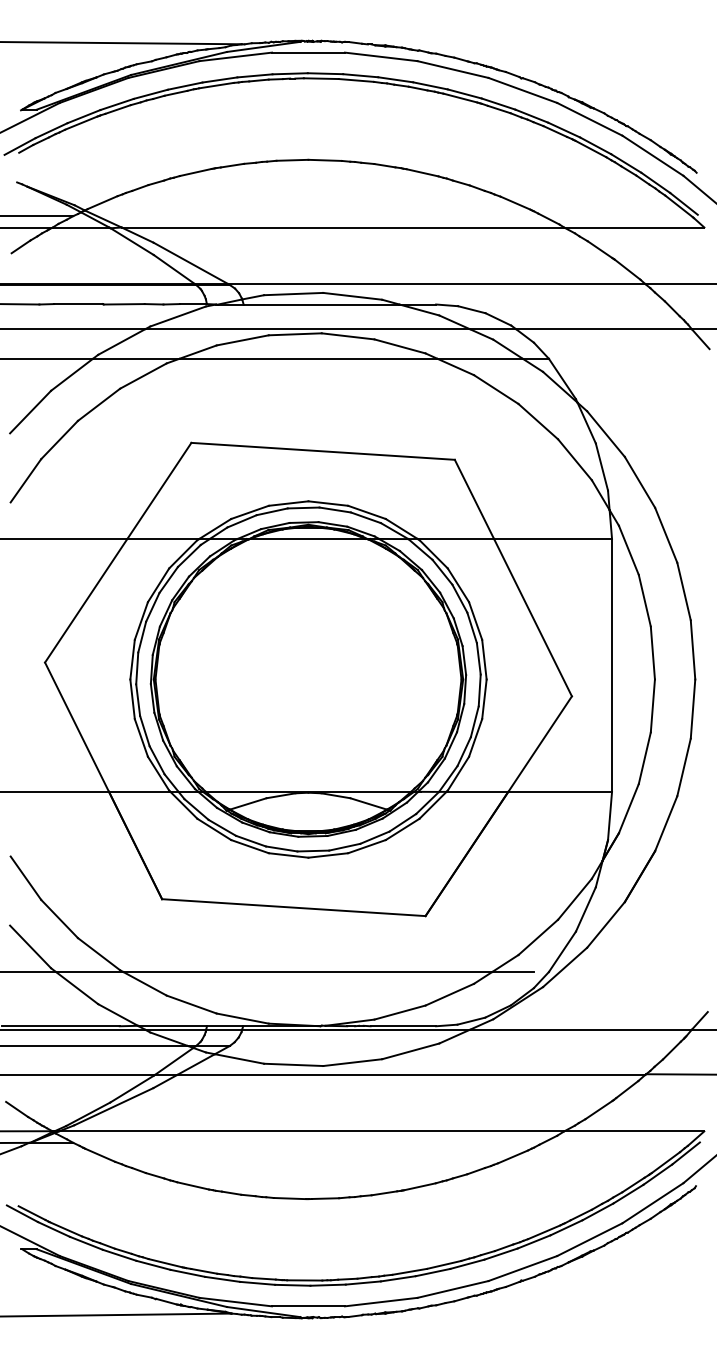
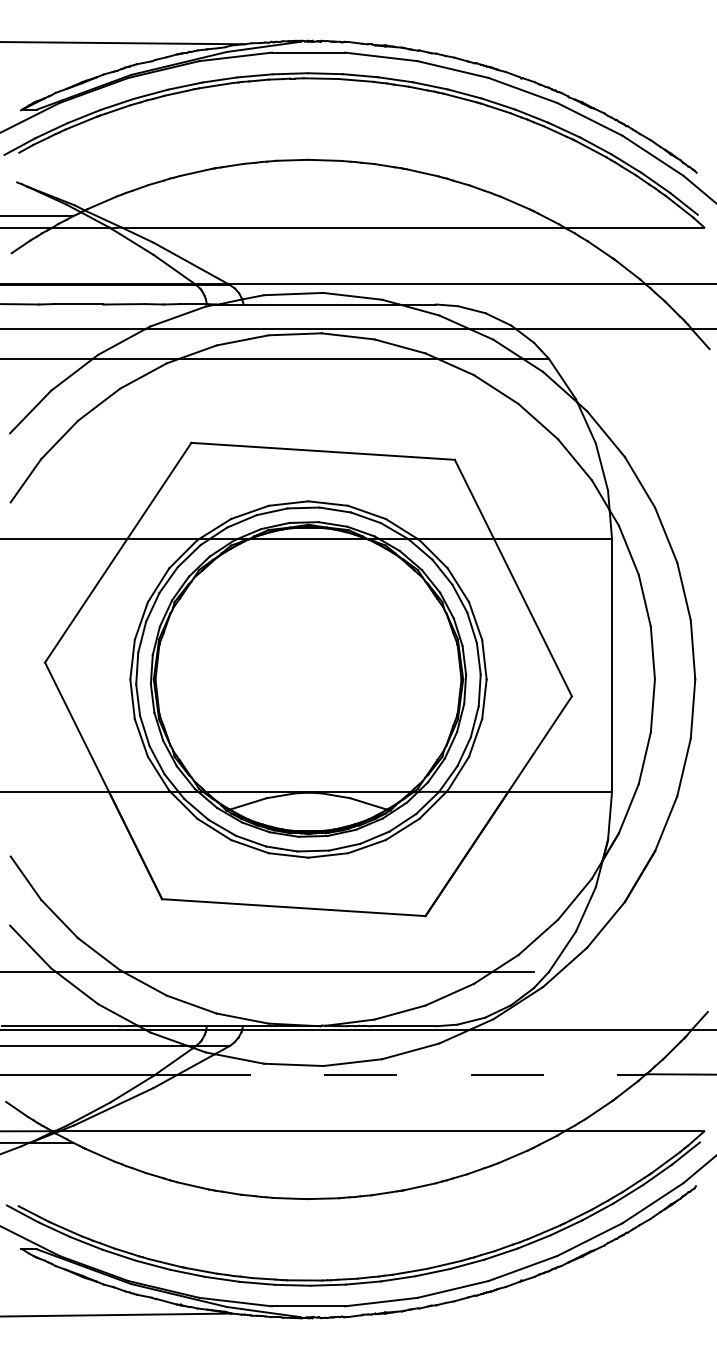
line at (411, 1074): solid -> dashed
